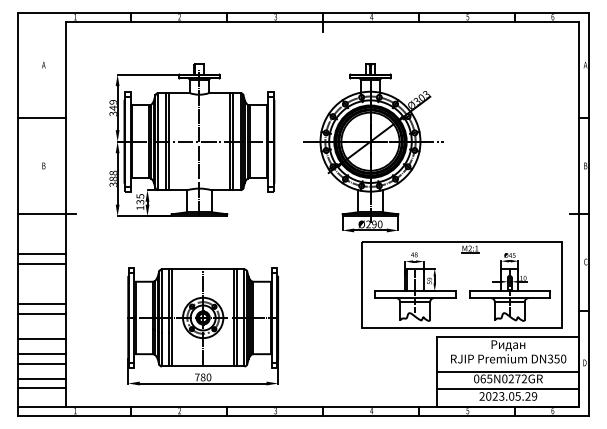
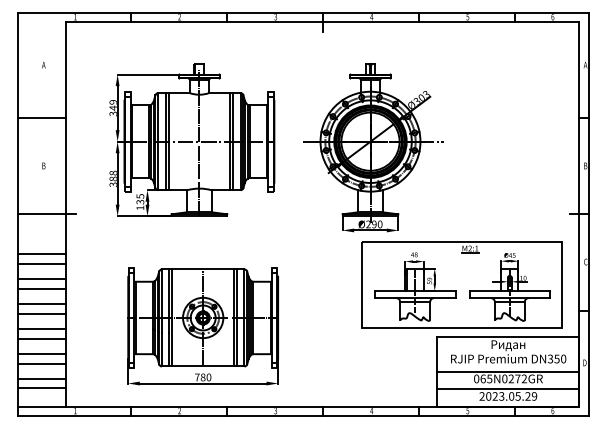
line at (42, 279): none -> present
line at (42, 289): none -> present
line at (42, 328): none -> present
